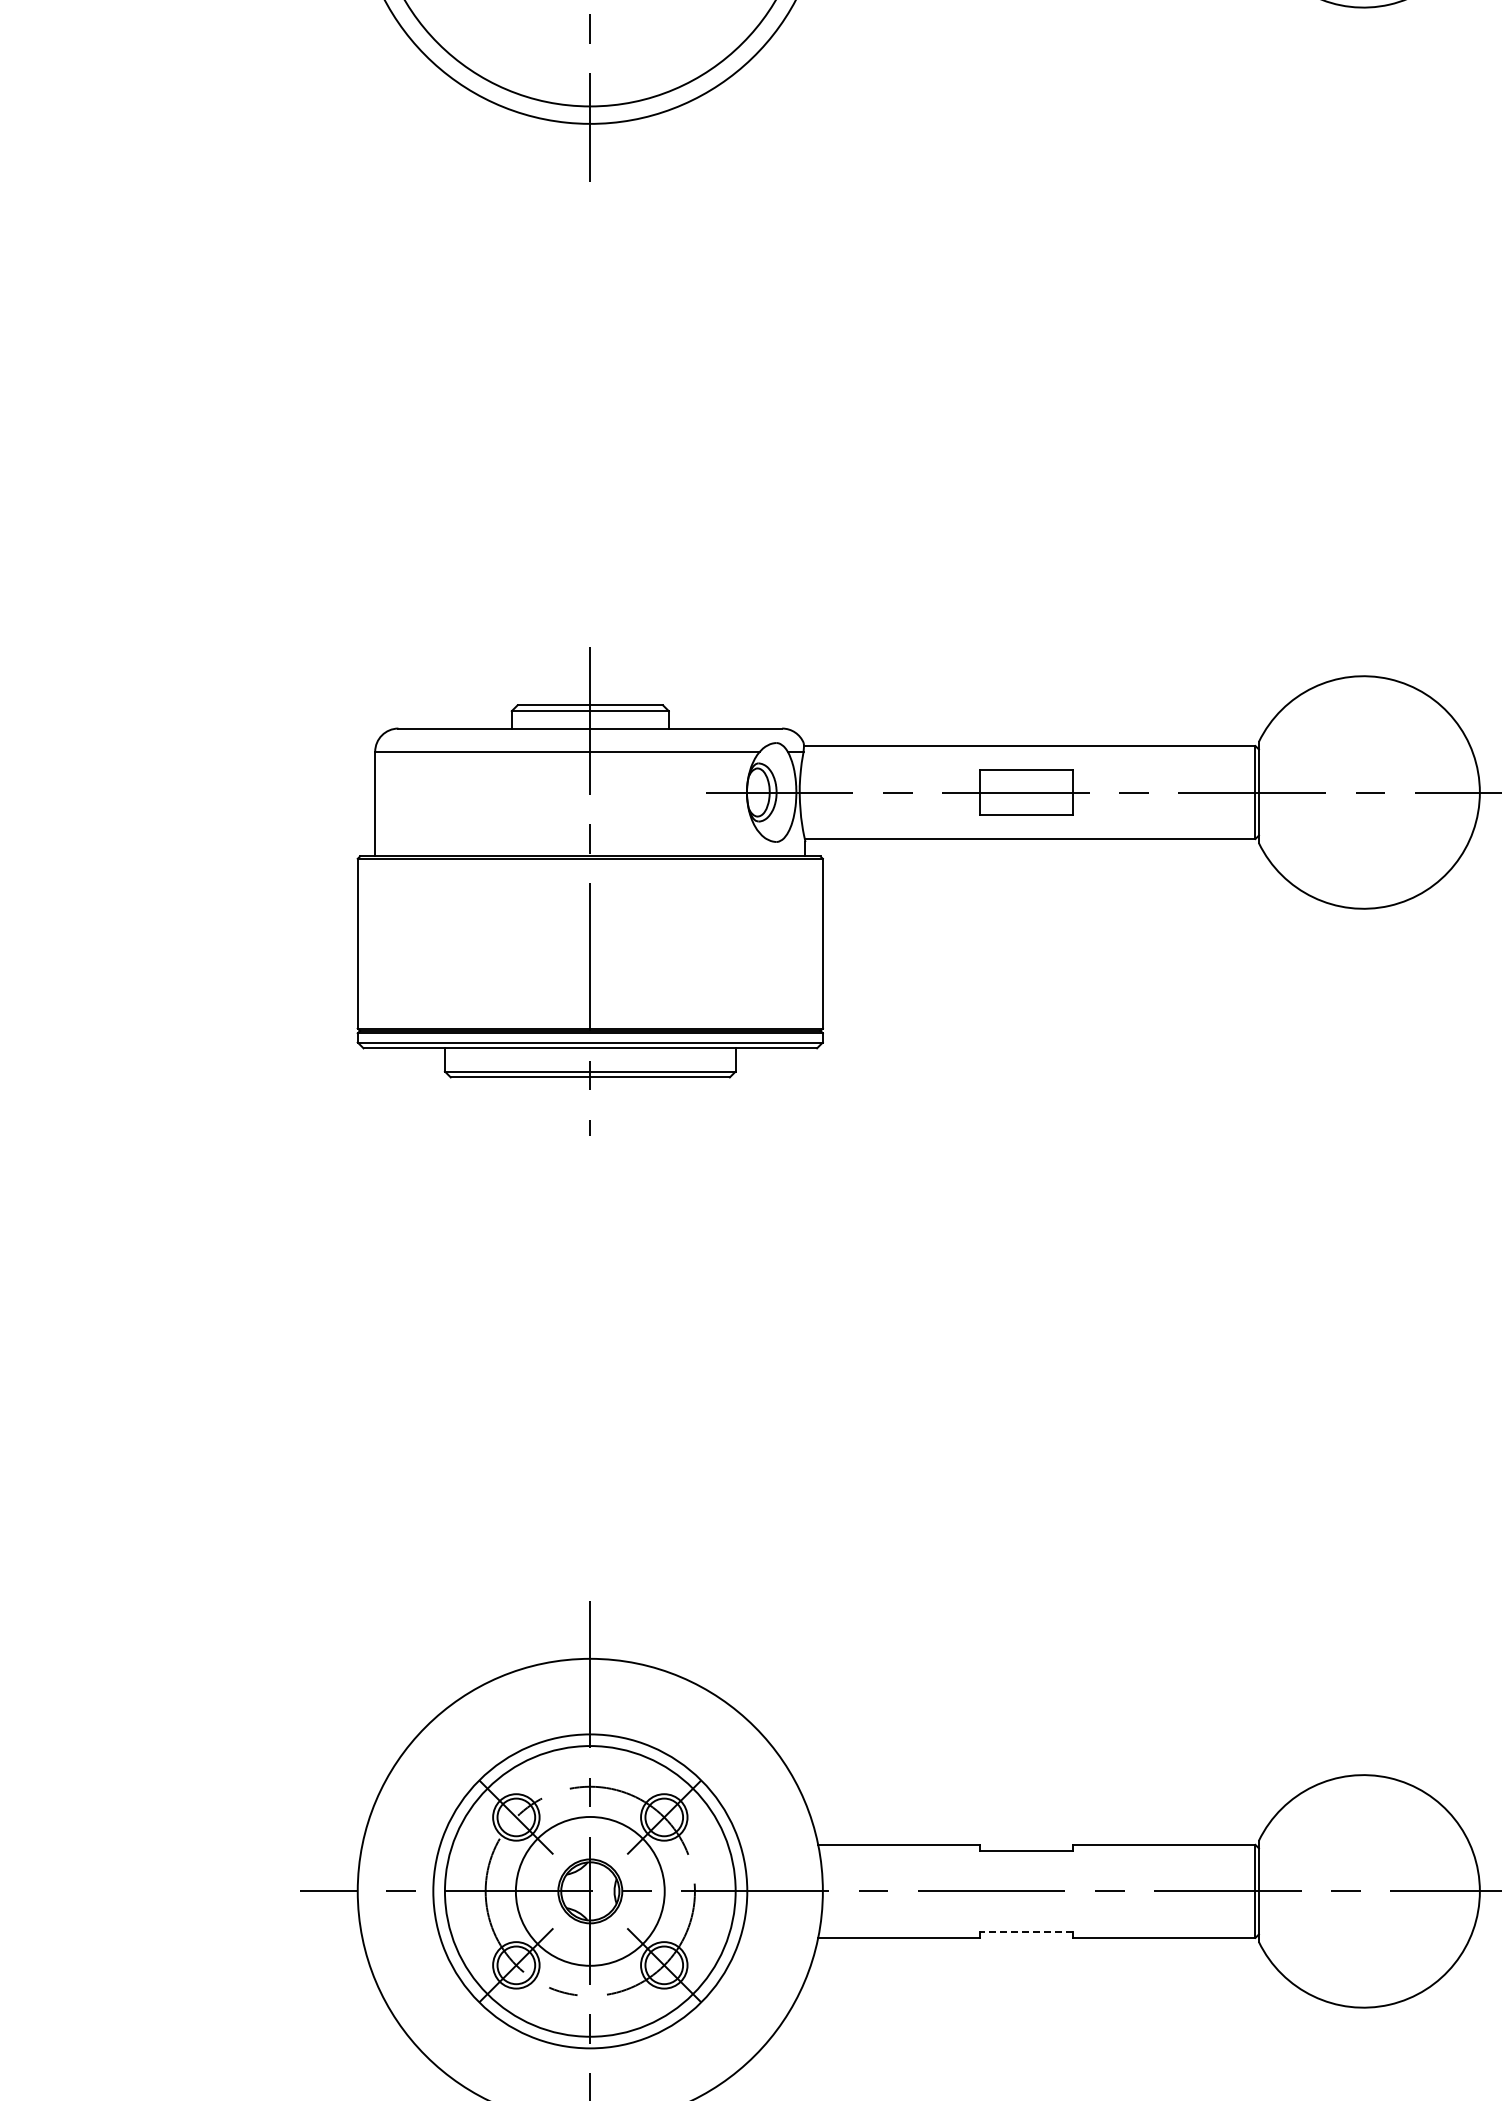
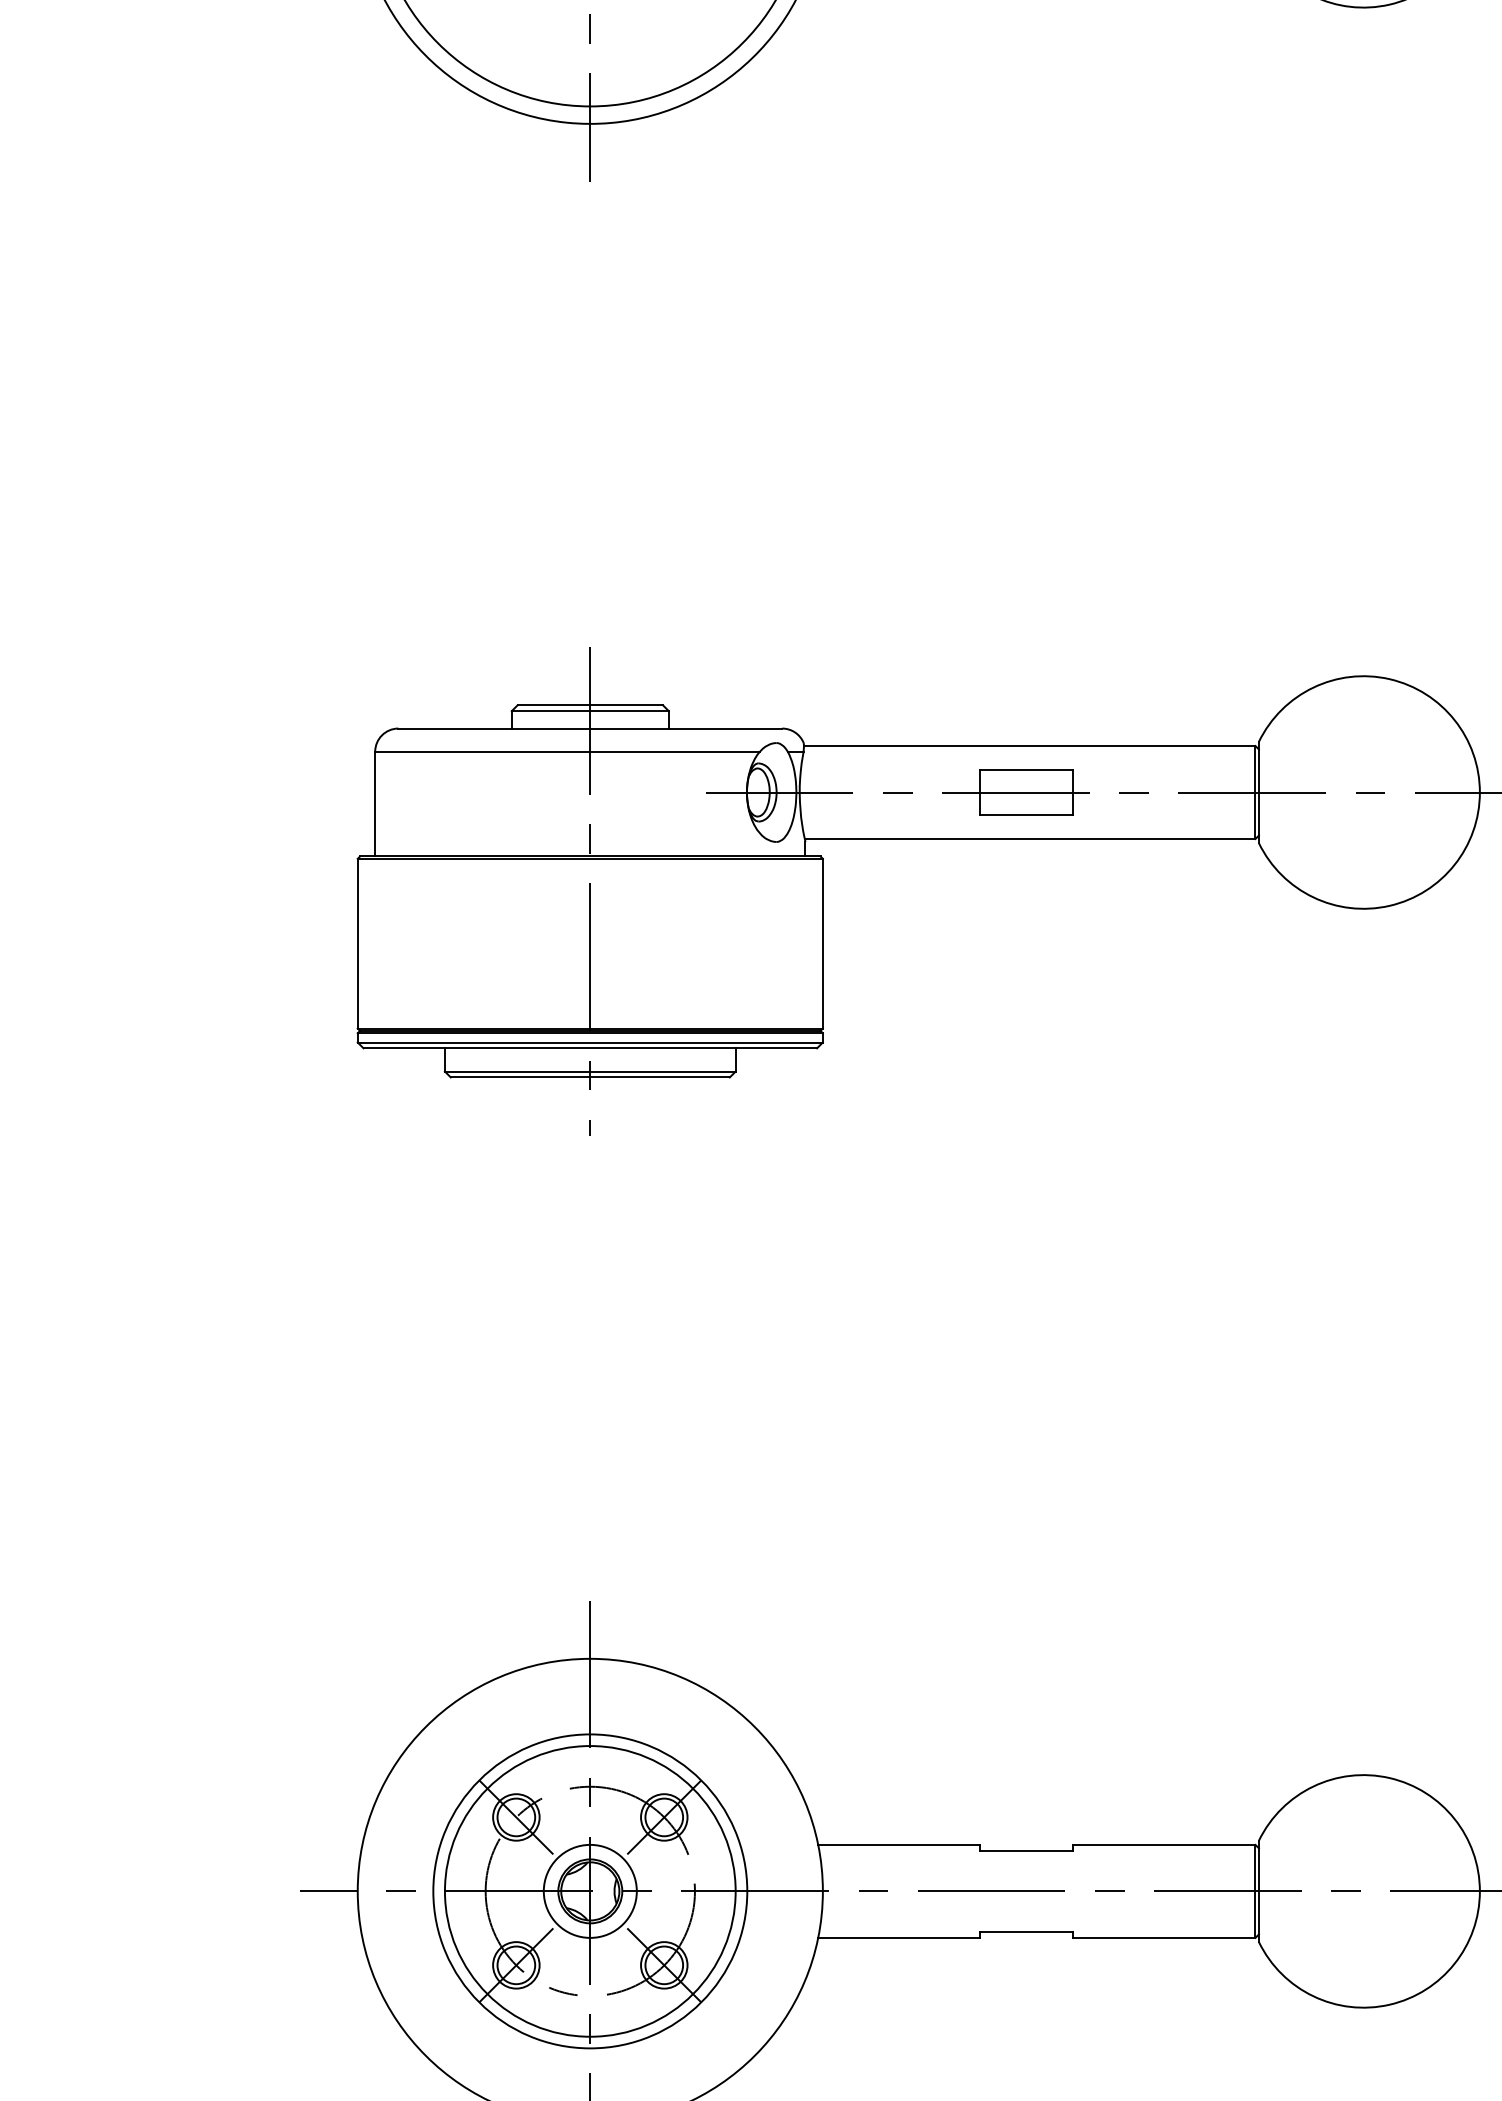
circle at (589, 1890) diameter: 149 px -> 93 px
line at (1026, 1932): dashed -> solid
